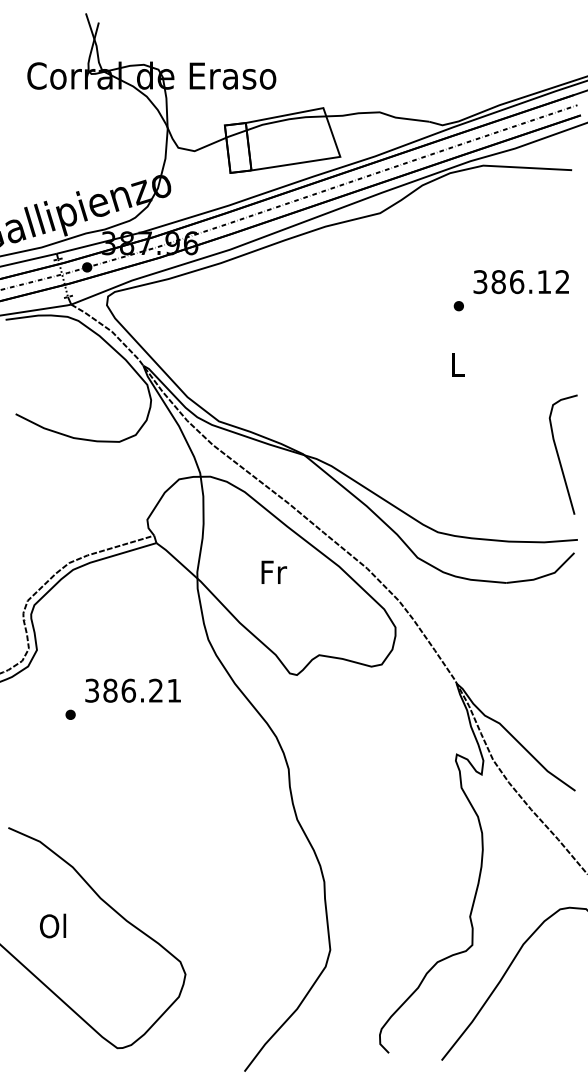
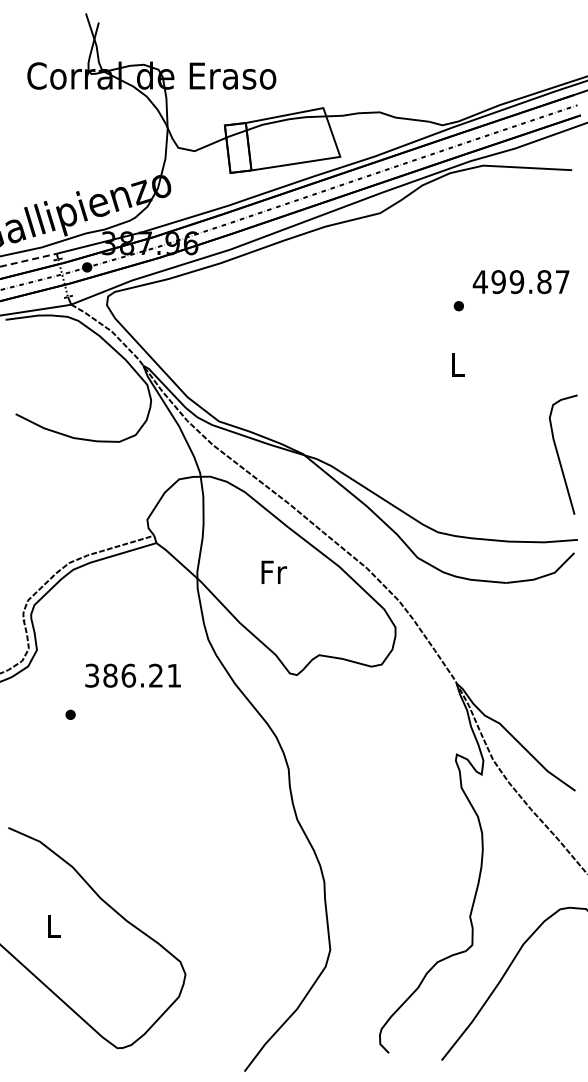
line at (28, 260): solid -> dashed
text at (520, 282): 386.12 -> 499.87
text at (132, 690) position: (132, 690) -> (132, 675)
text at (52, 925): Ol -> L
